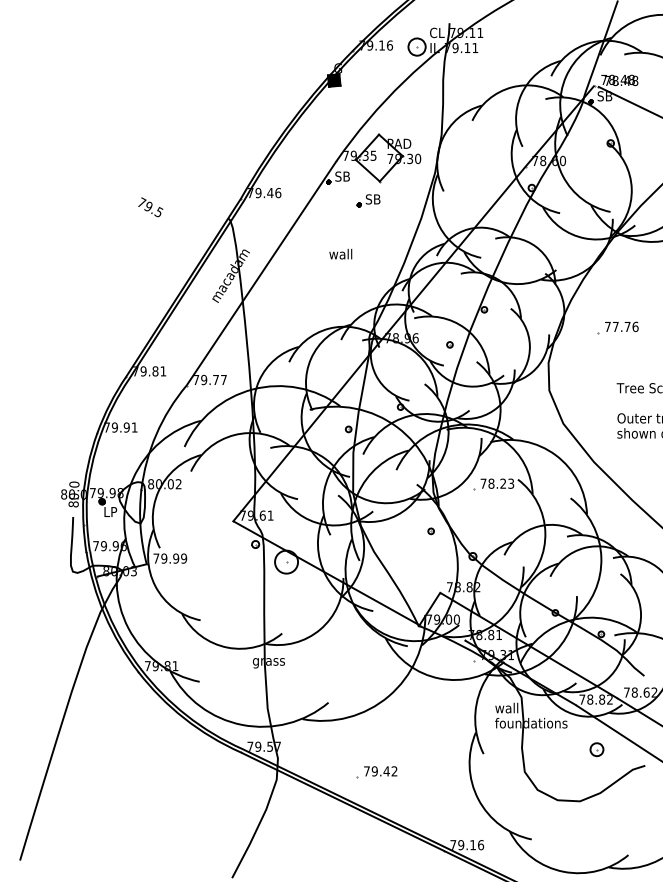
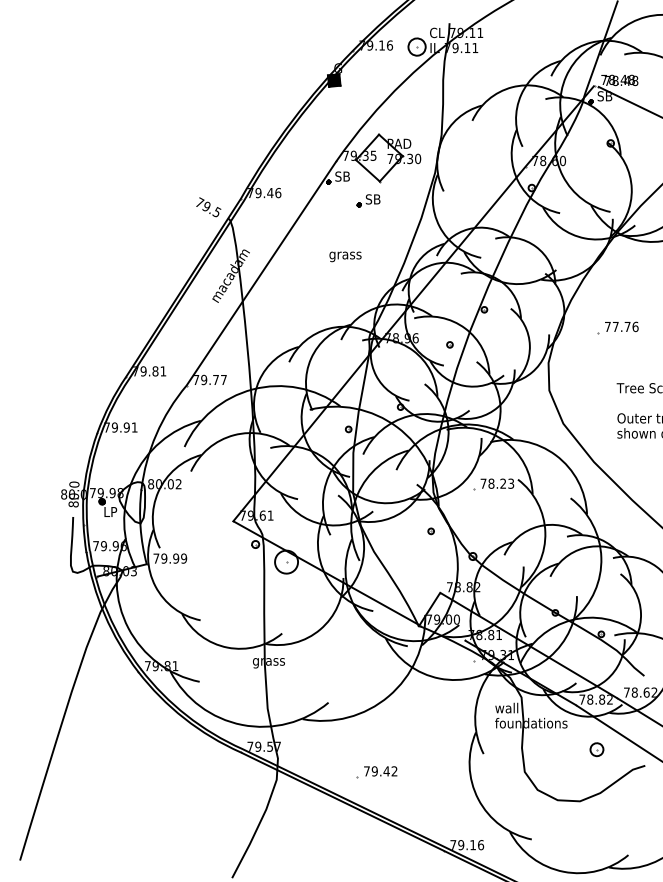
text at (150, 207) position: (150, 207) -> (208, 207)
text at (345, 255): wall -> grass
